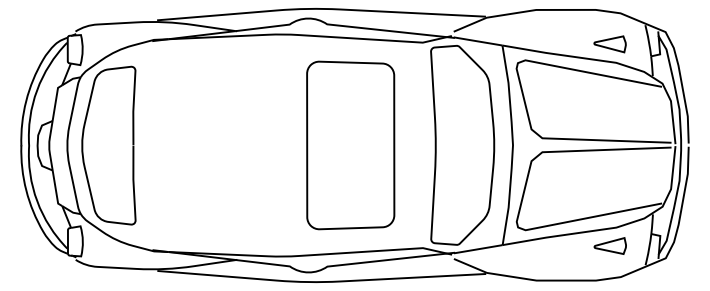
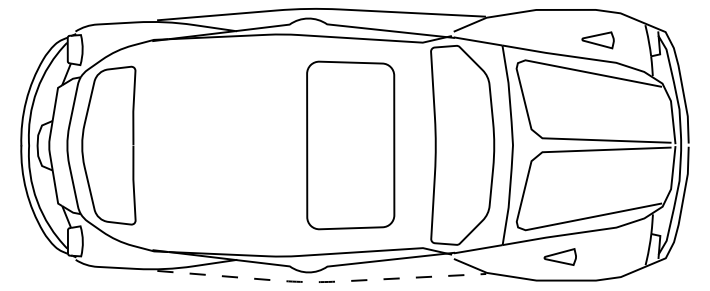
part at (609, 44) position: (609, 44) -> (597, 40)
part at (609, 245) position: (609, 245) -> (559, 256)
line at (321, 282): solid -> dashed
